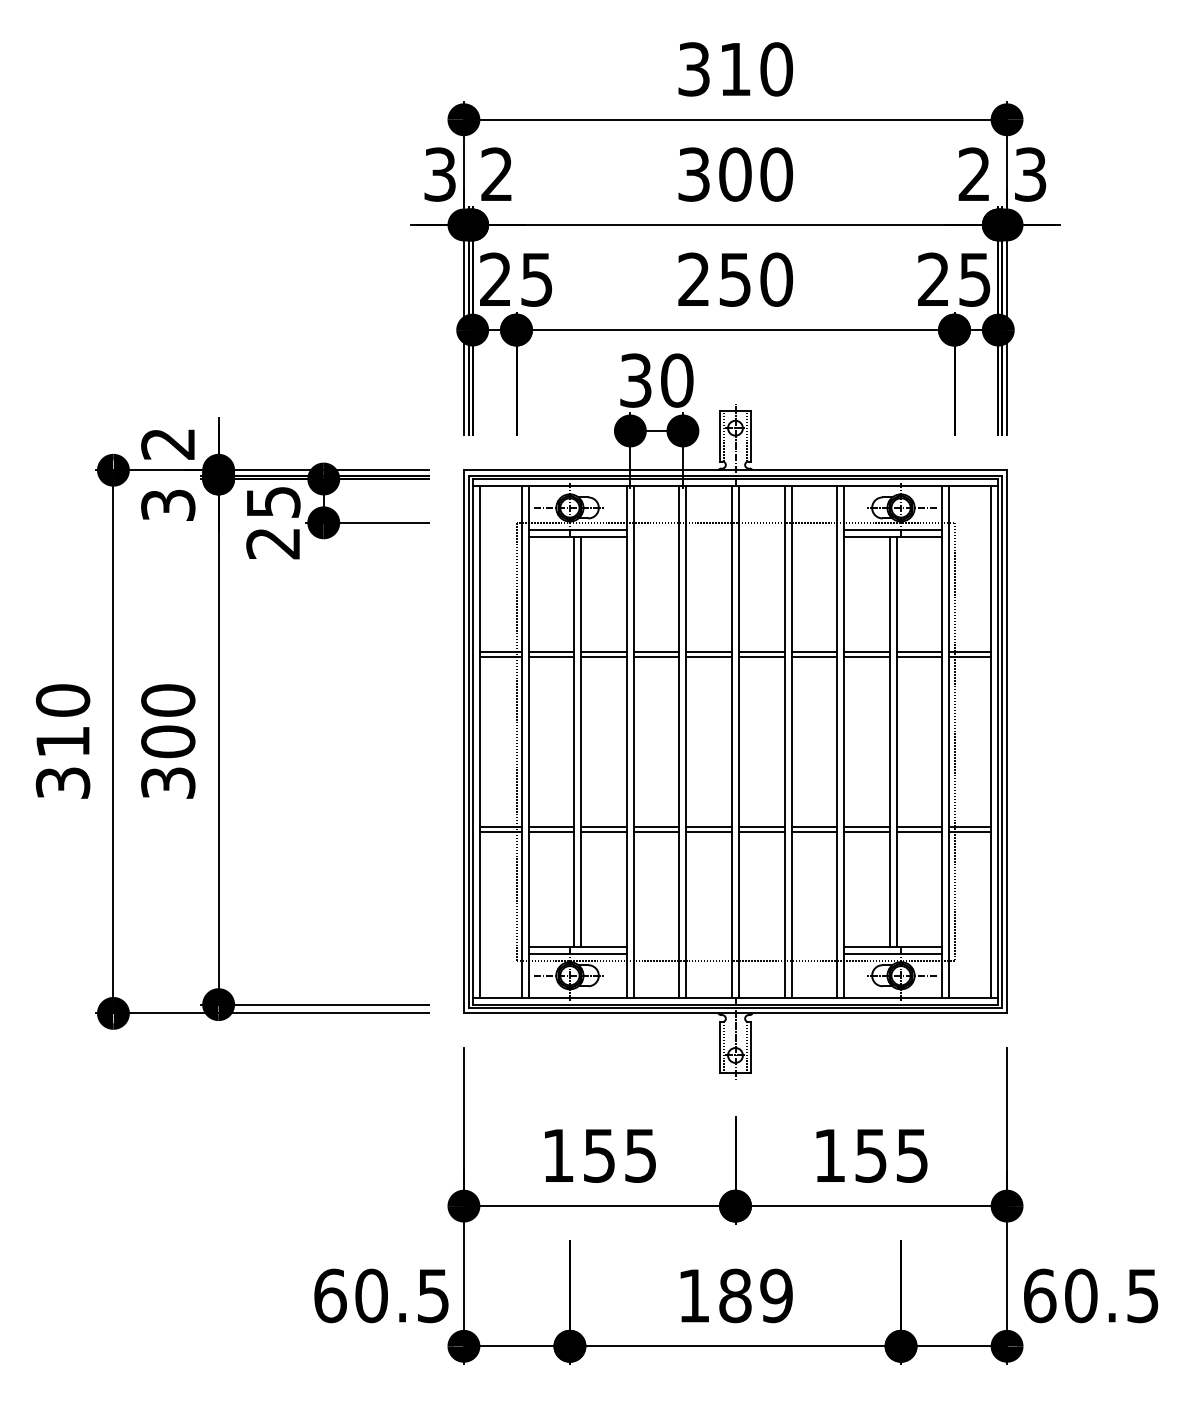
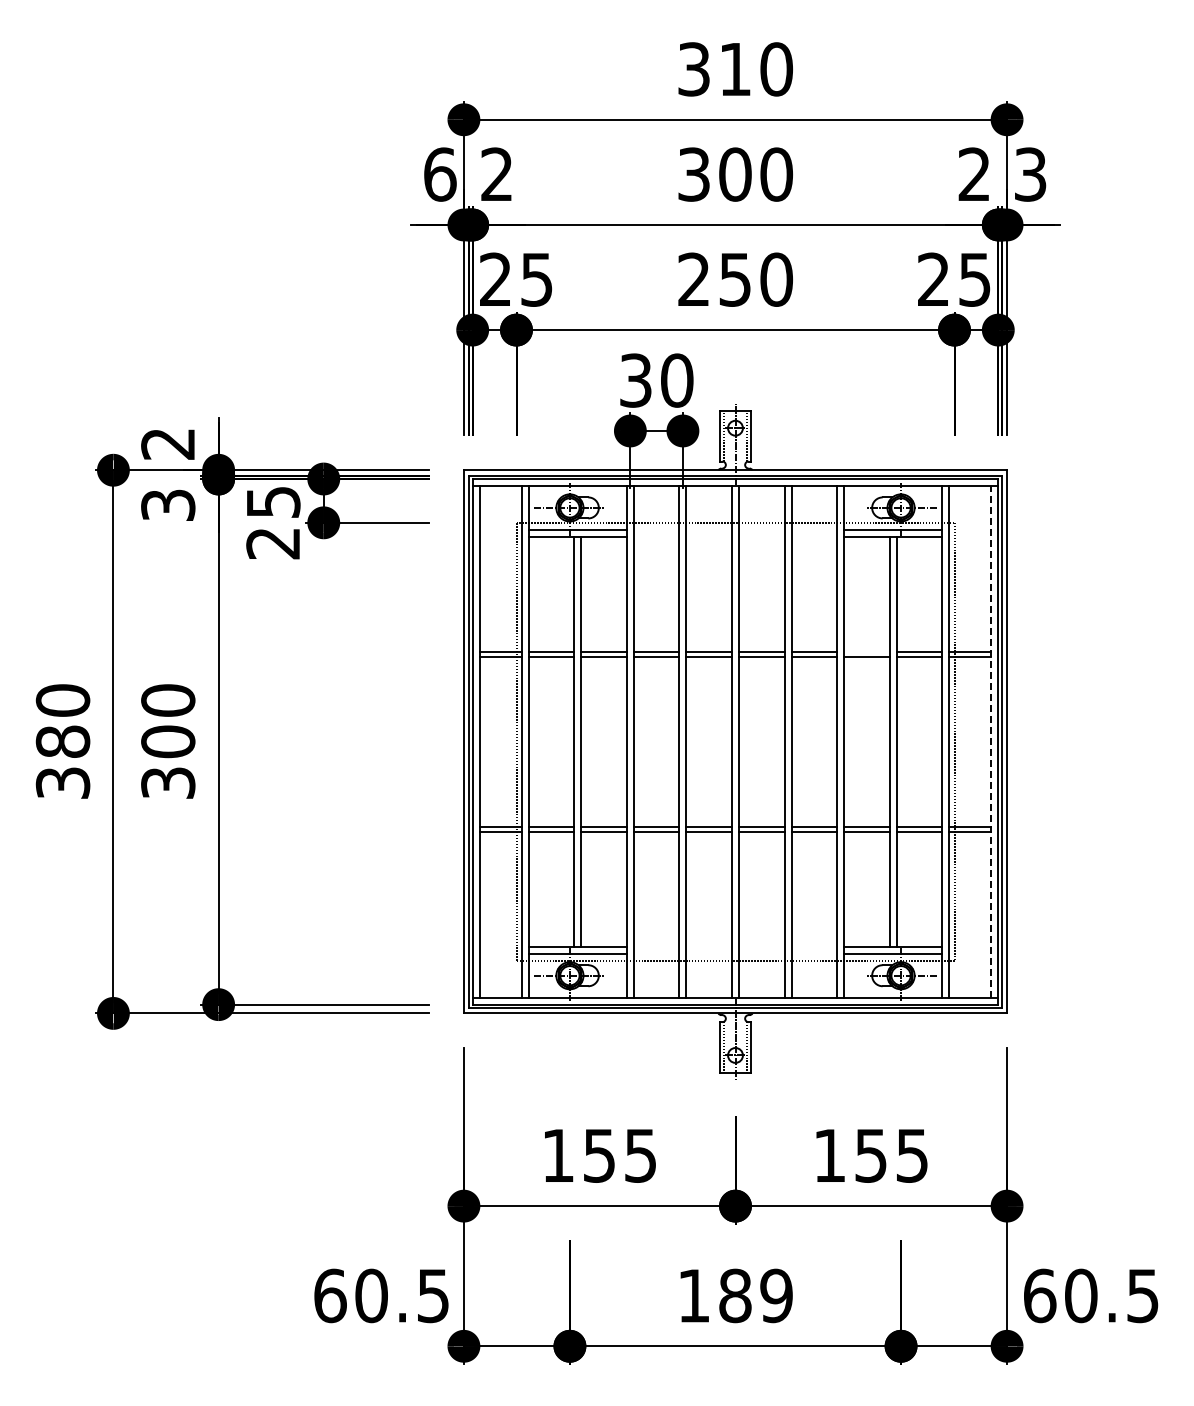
text at (440, 174): 3 -> 6
line at (866, 651): present -> none
text at (62, 741): 310 -> 380
line at (991, 741): solid -> dashed
